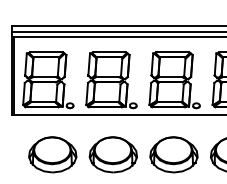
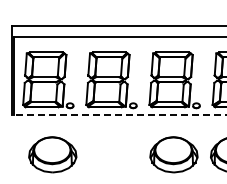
line at (117, 32): present -> none
line at (118, 114): solid -> dashed
part at (112, 154): present -> none
